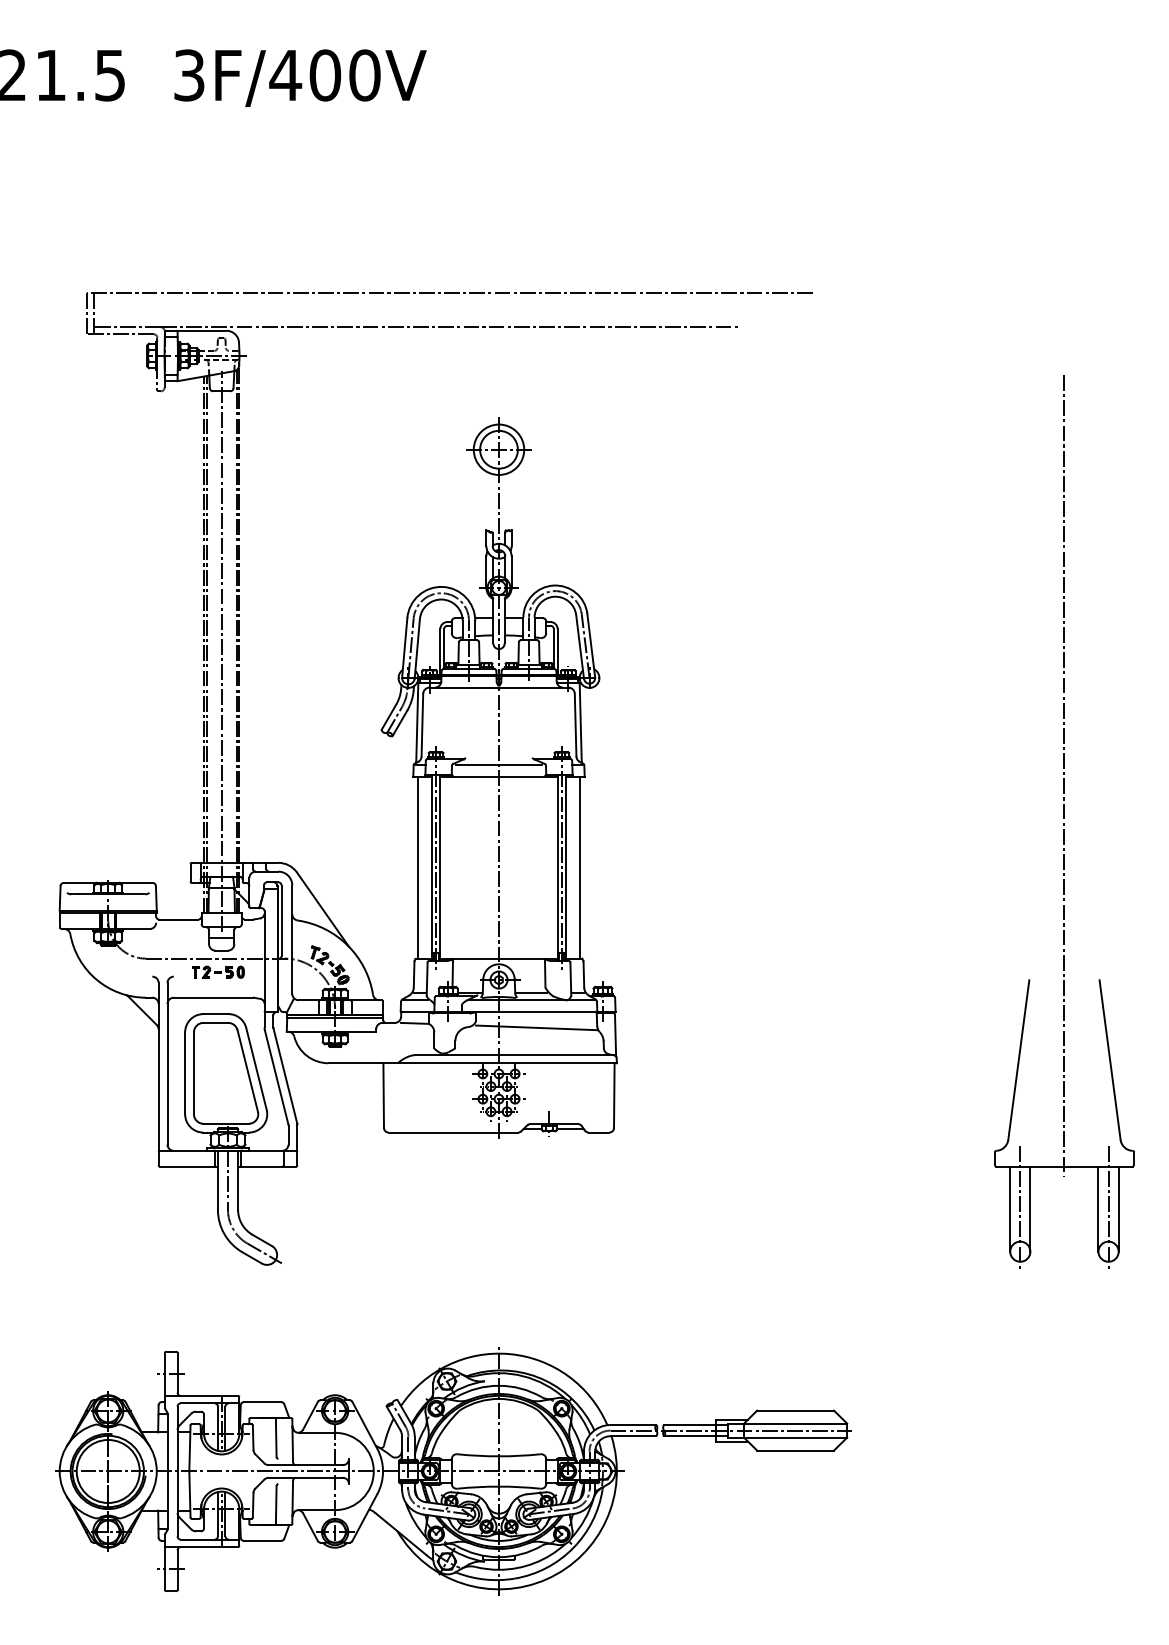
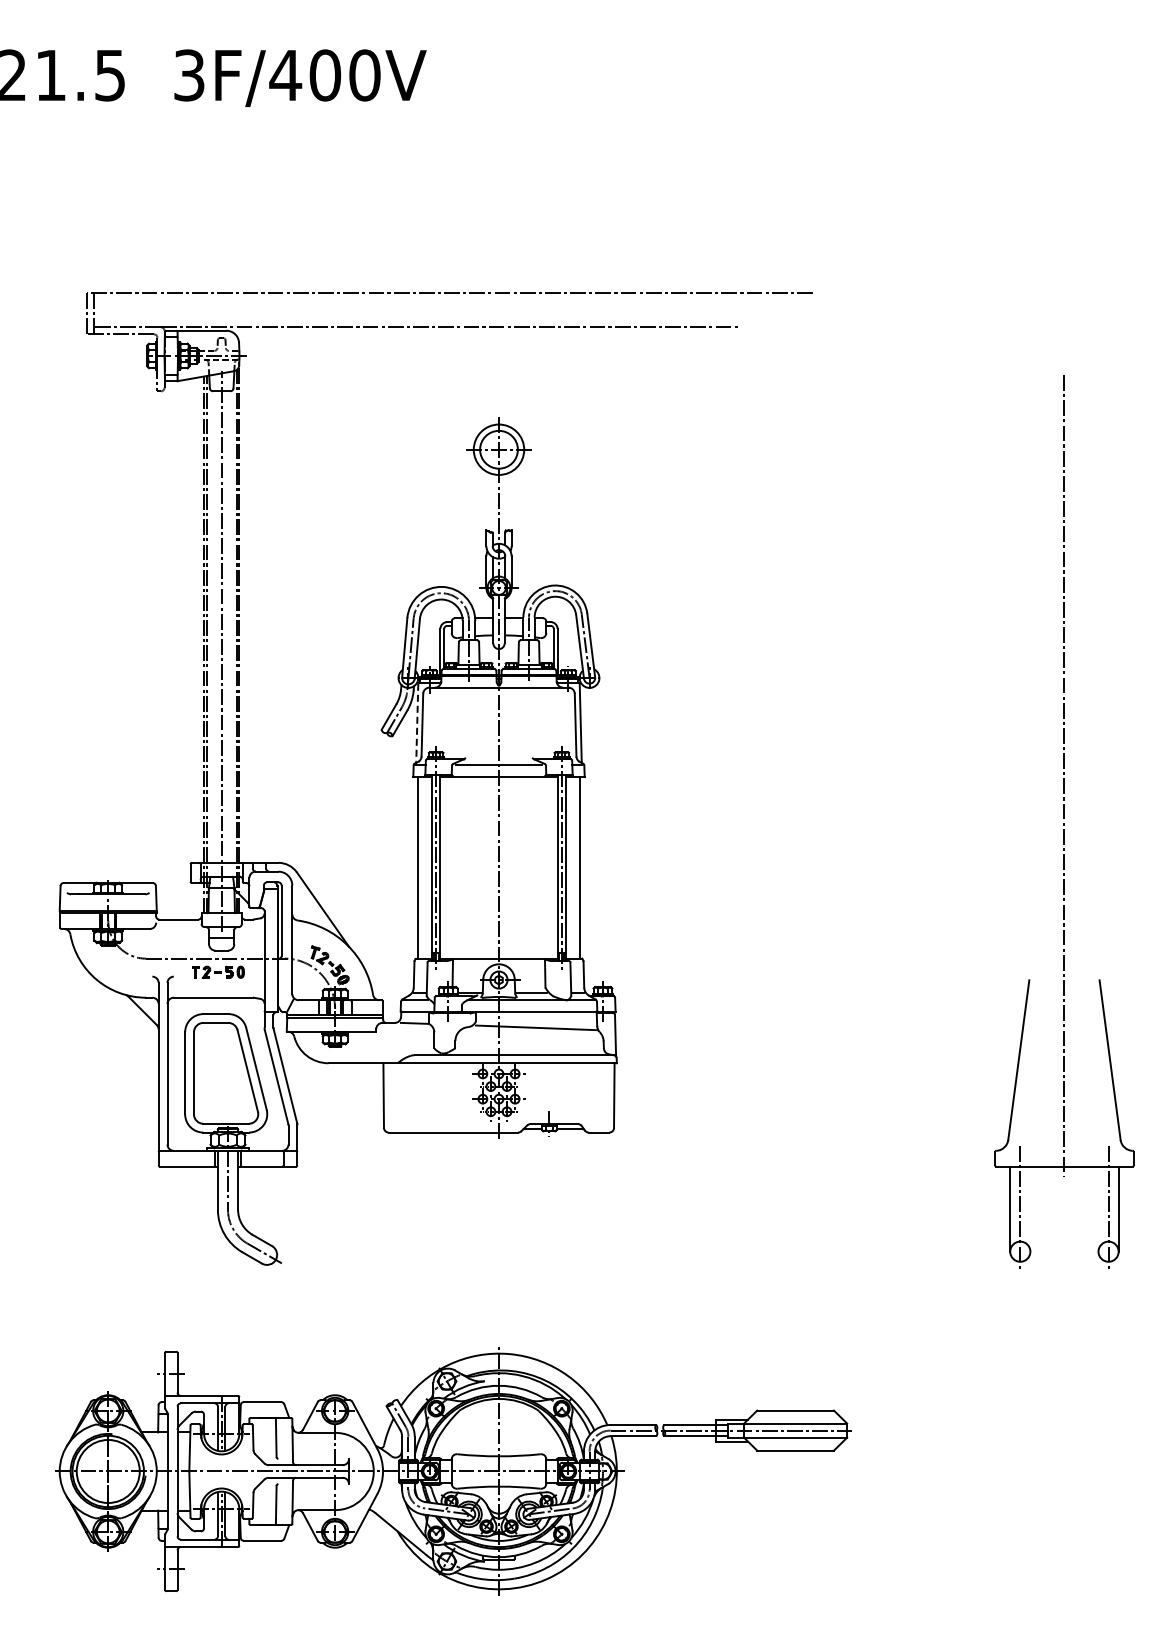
line at (417, 722): solid -> dashed
line at (1030, 1208): present -> none
line at (1098, 1208): present -> none
